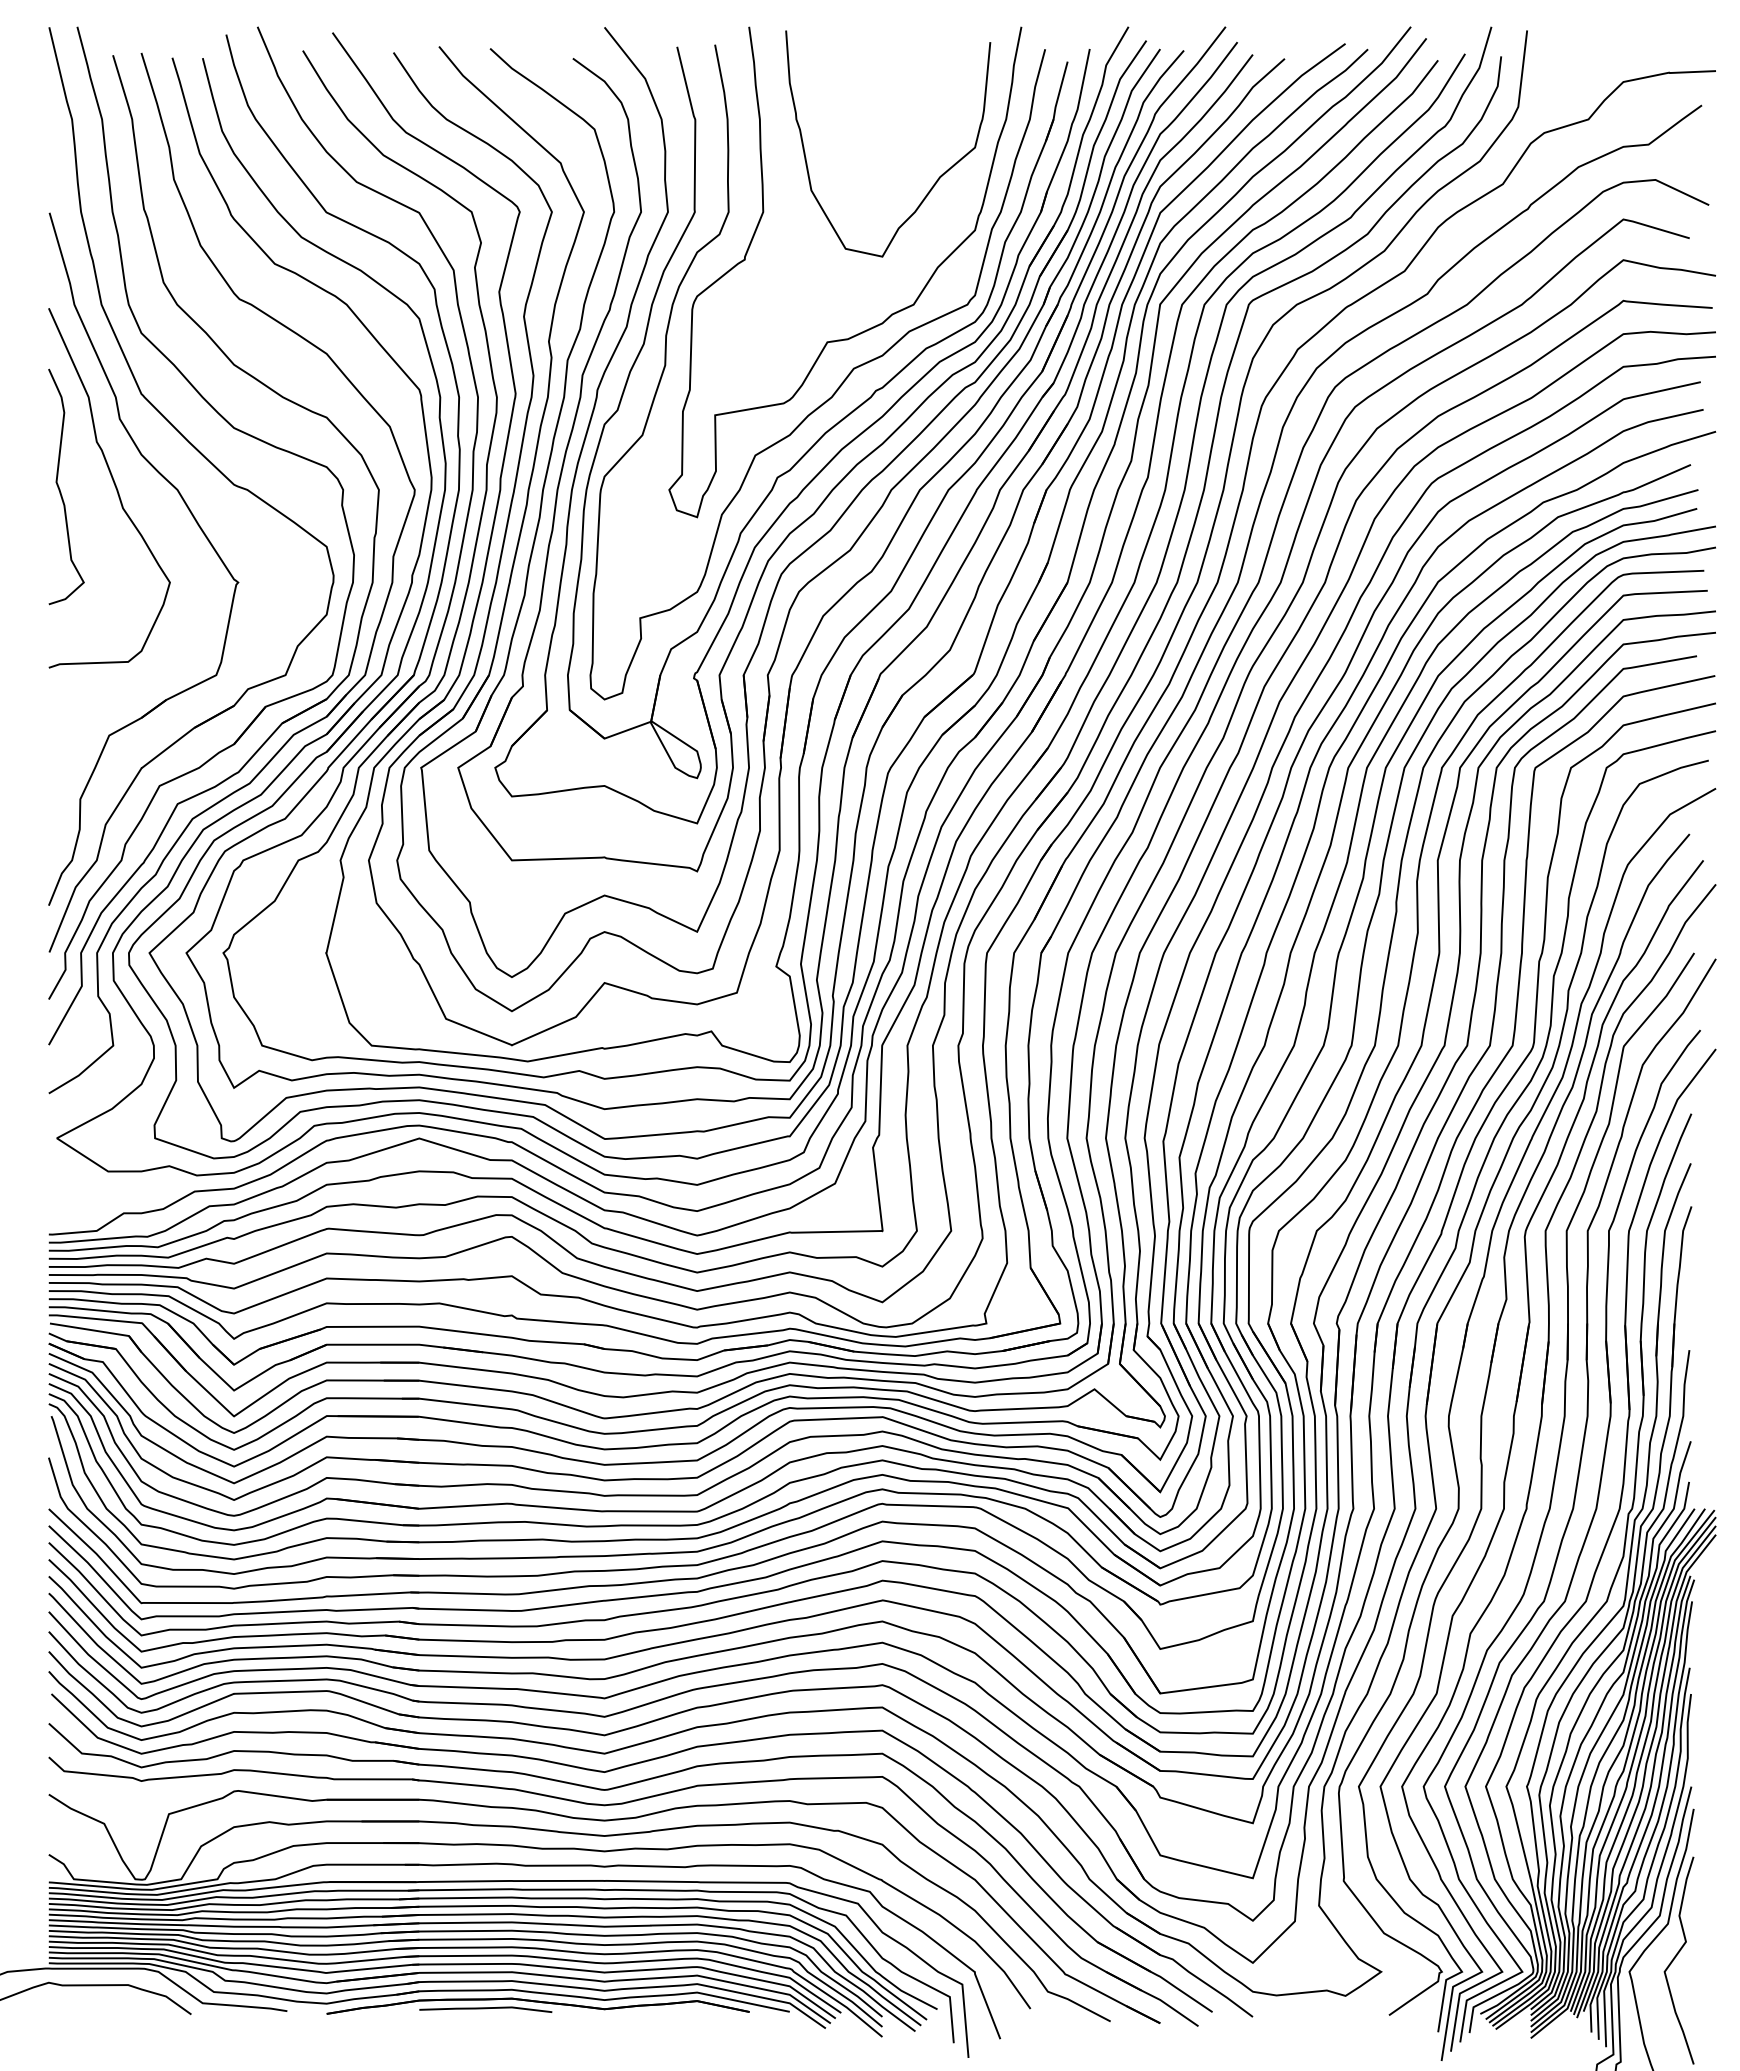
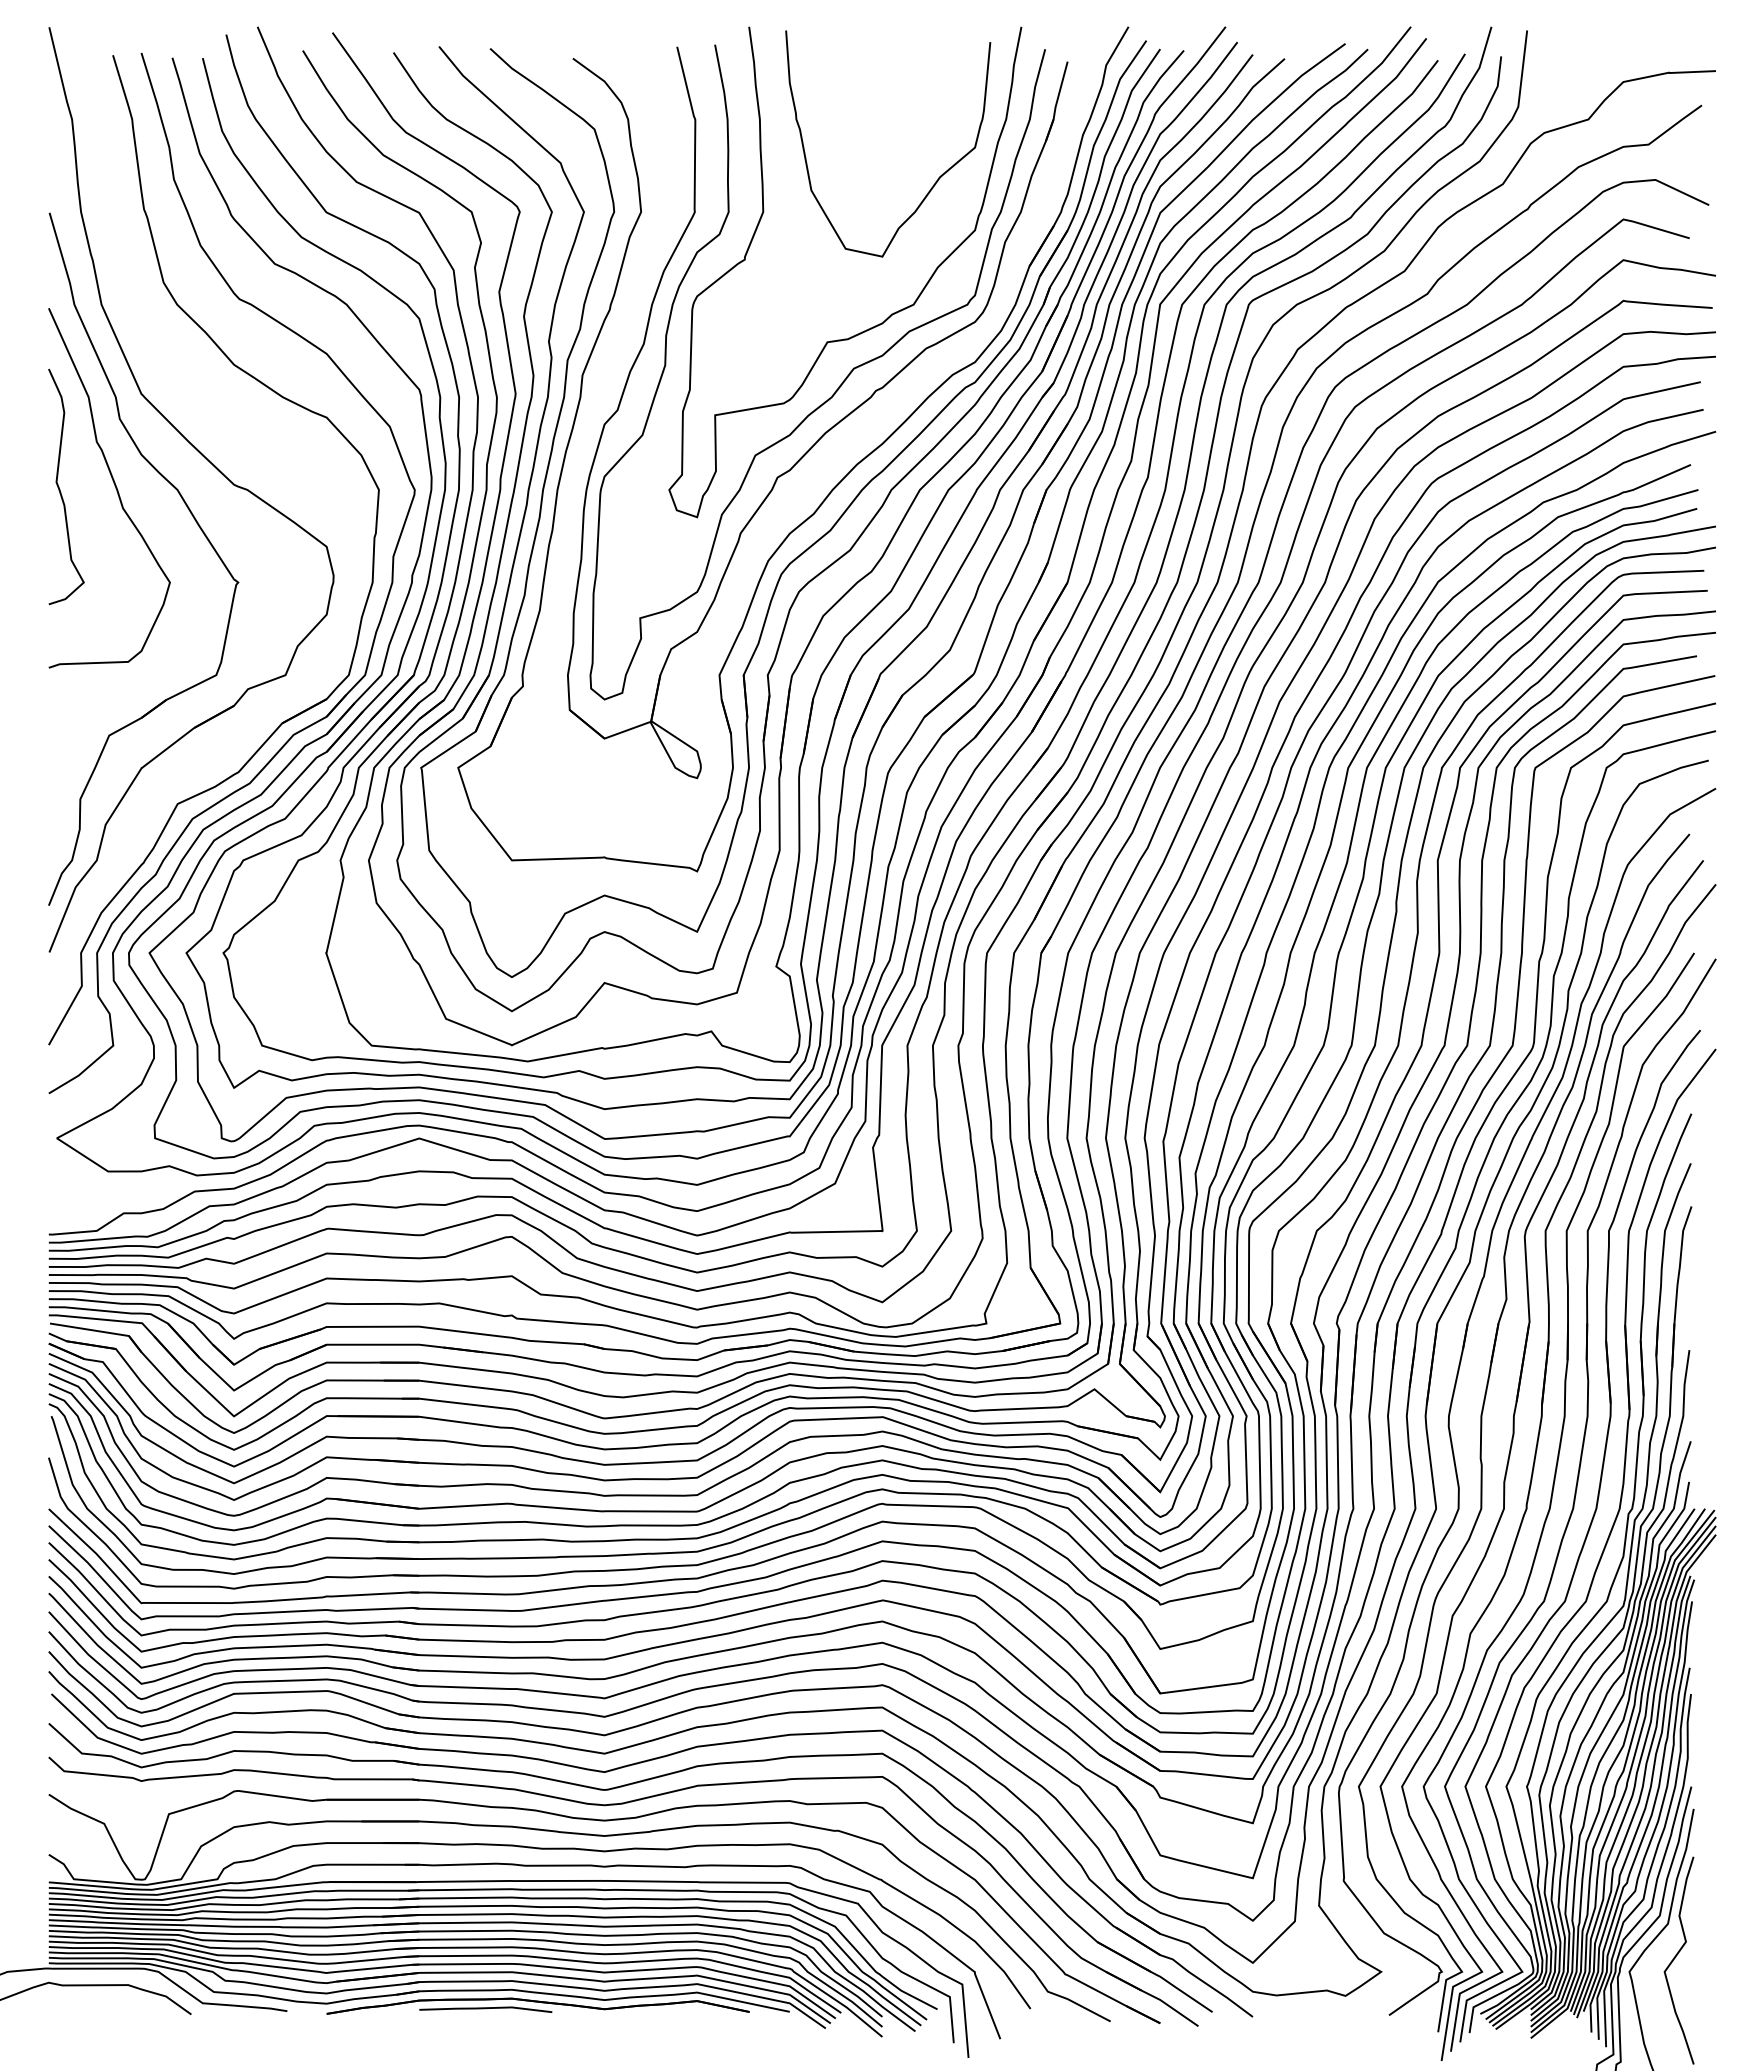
part at (238, 431): present -> none
part at (828, 461): present -> none
